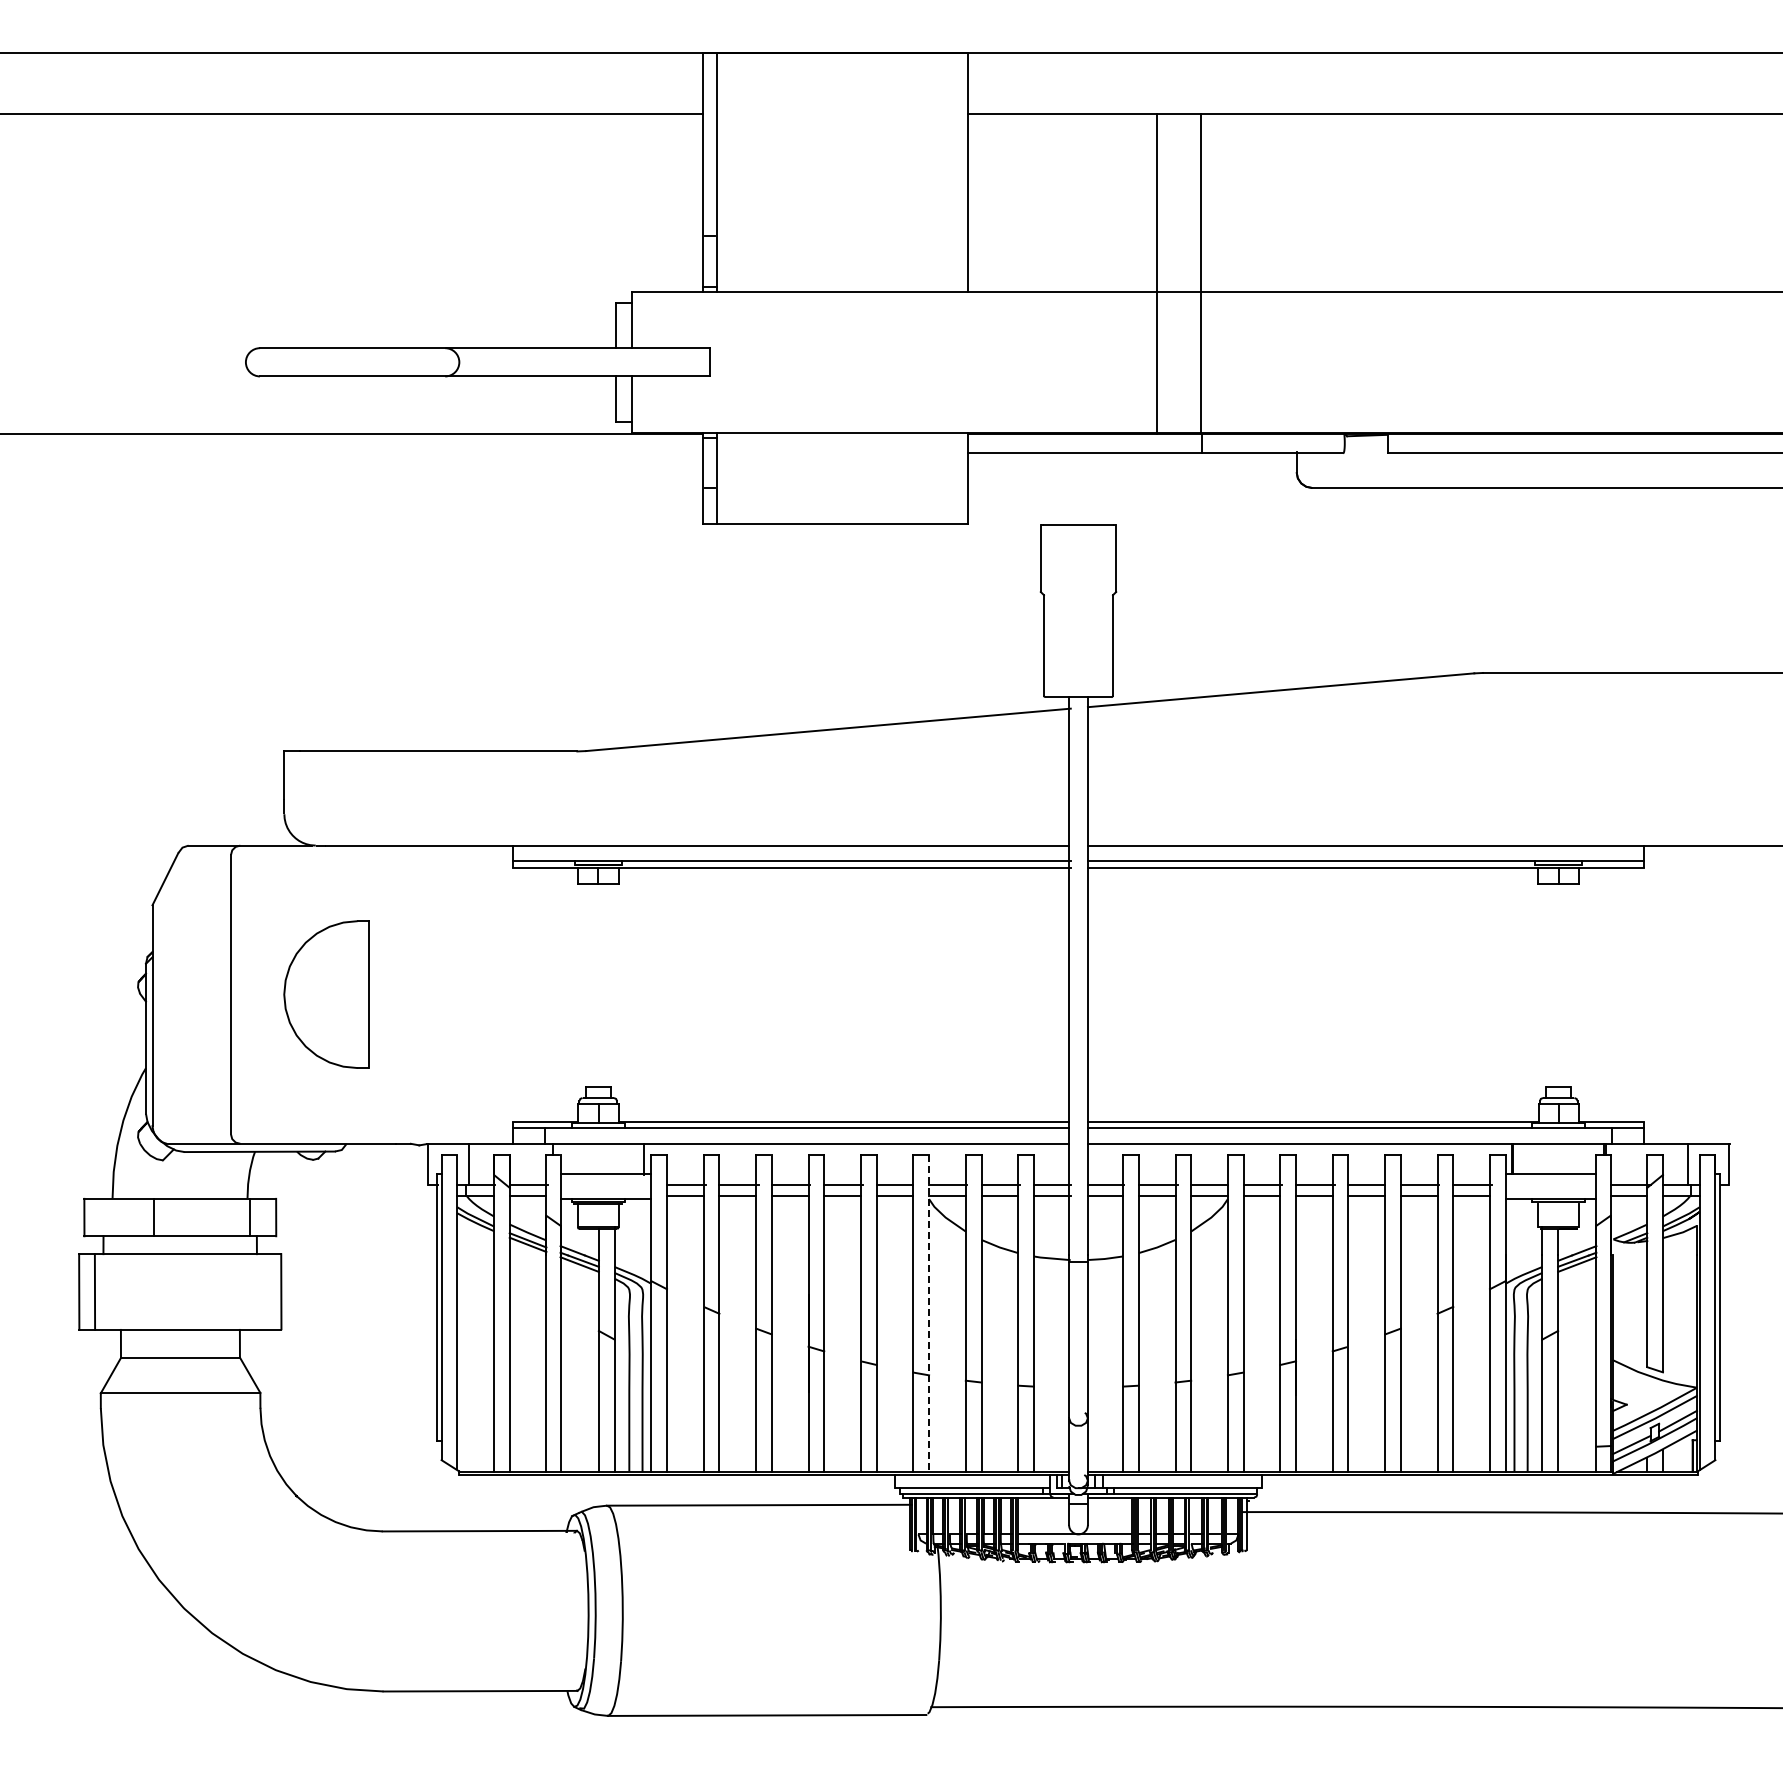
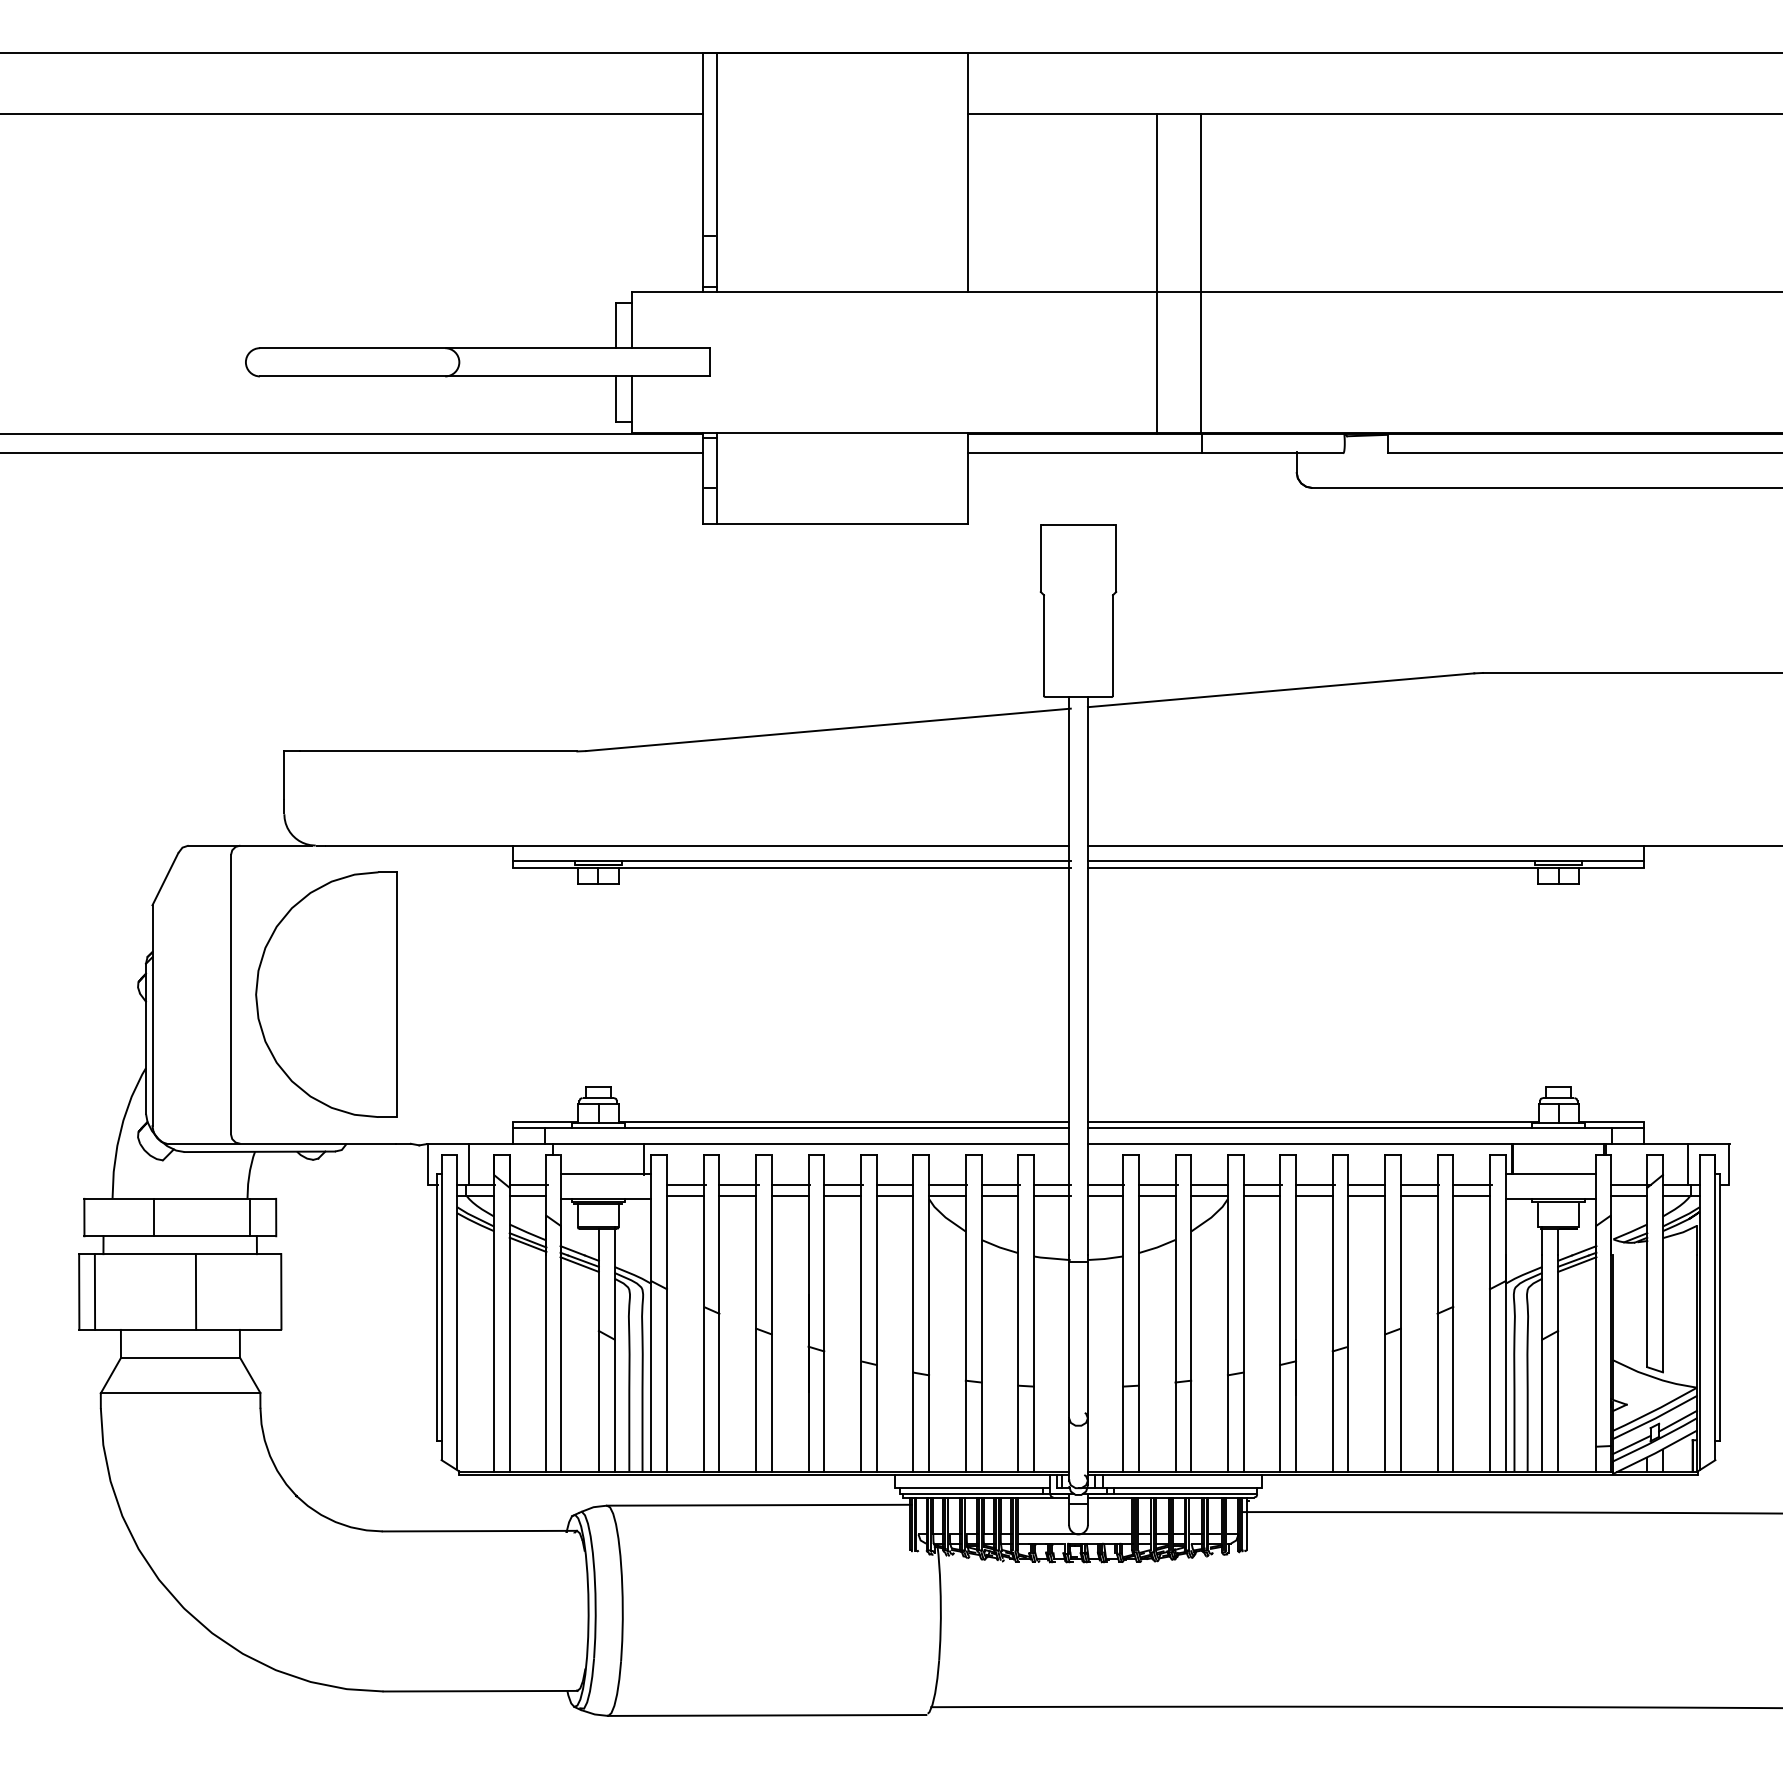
line at (352, 453): none -> present
part at (326, 994) size: 87x149 px -> 143x247 px
line at (195, 1291): none -> present
line at (929, 1313): dashed -> solid
